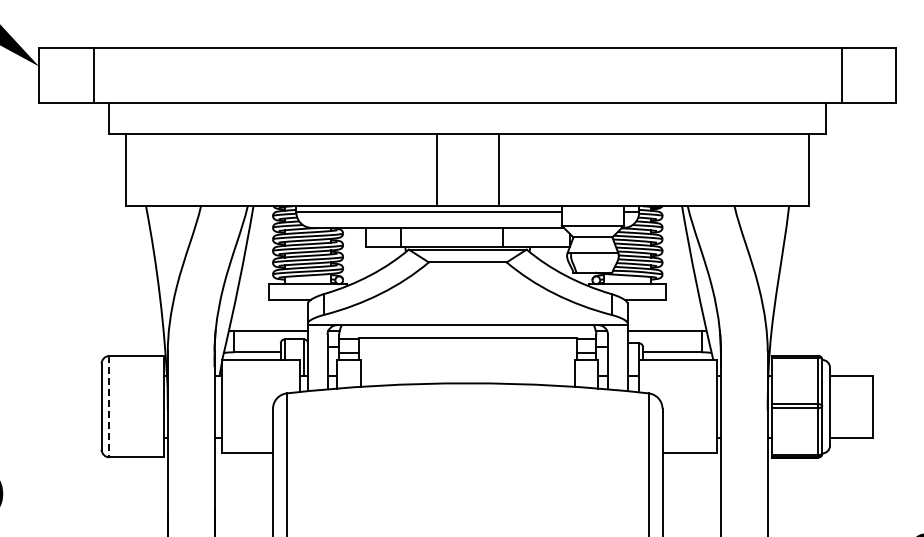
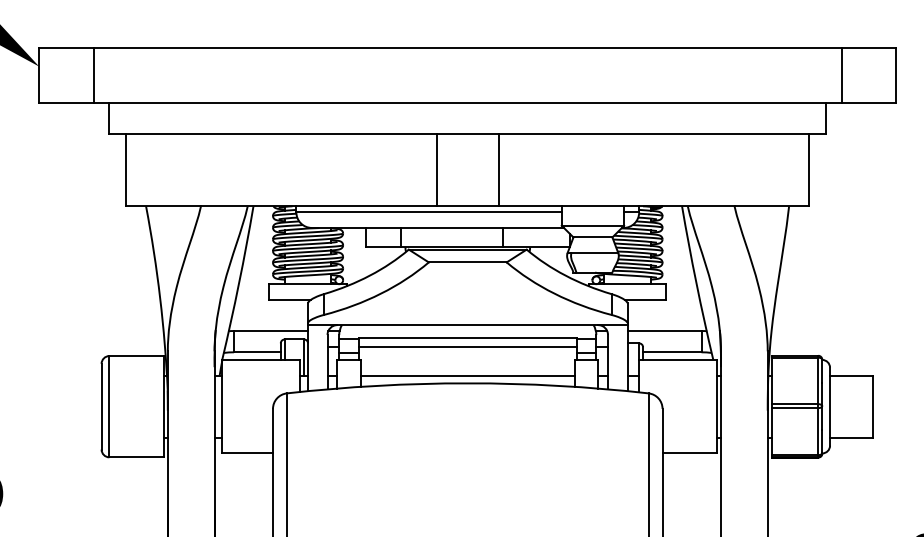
line at (467, 347): none -> present
line at (467, 375): none -> present
line at (109, 406): dashed -> solid
